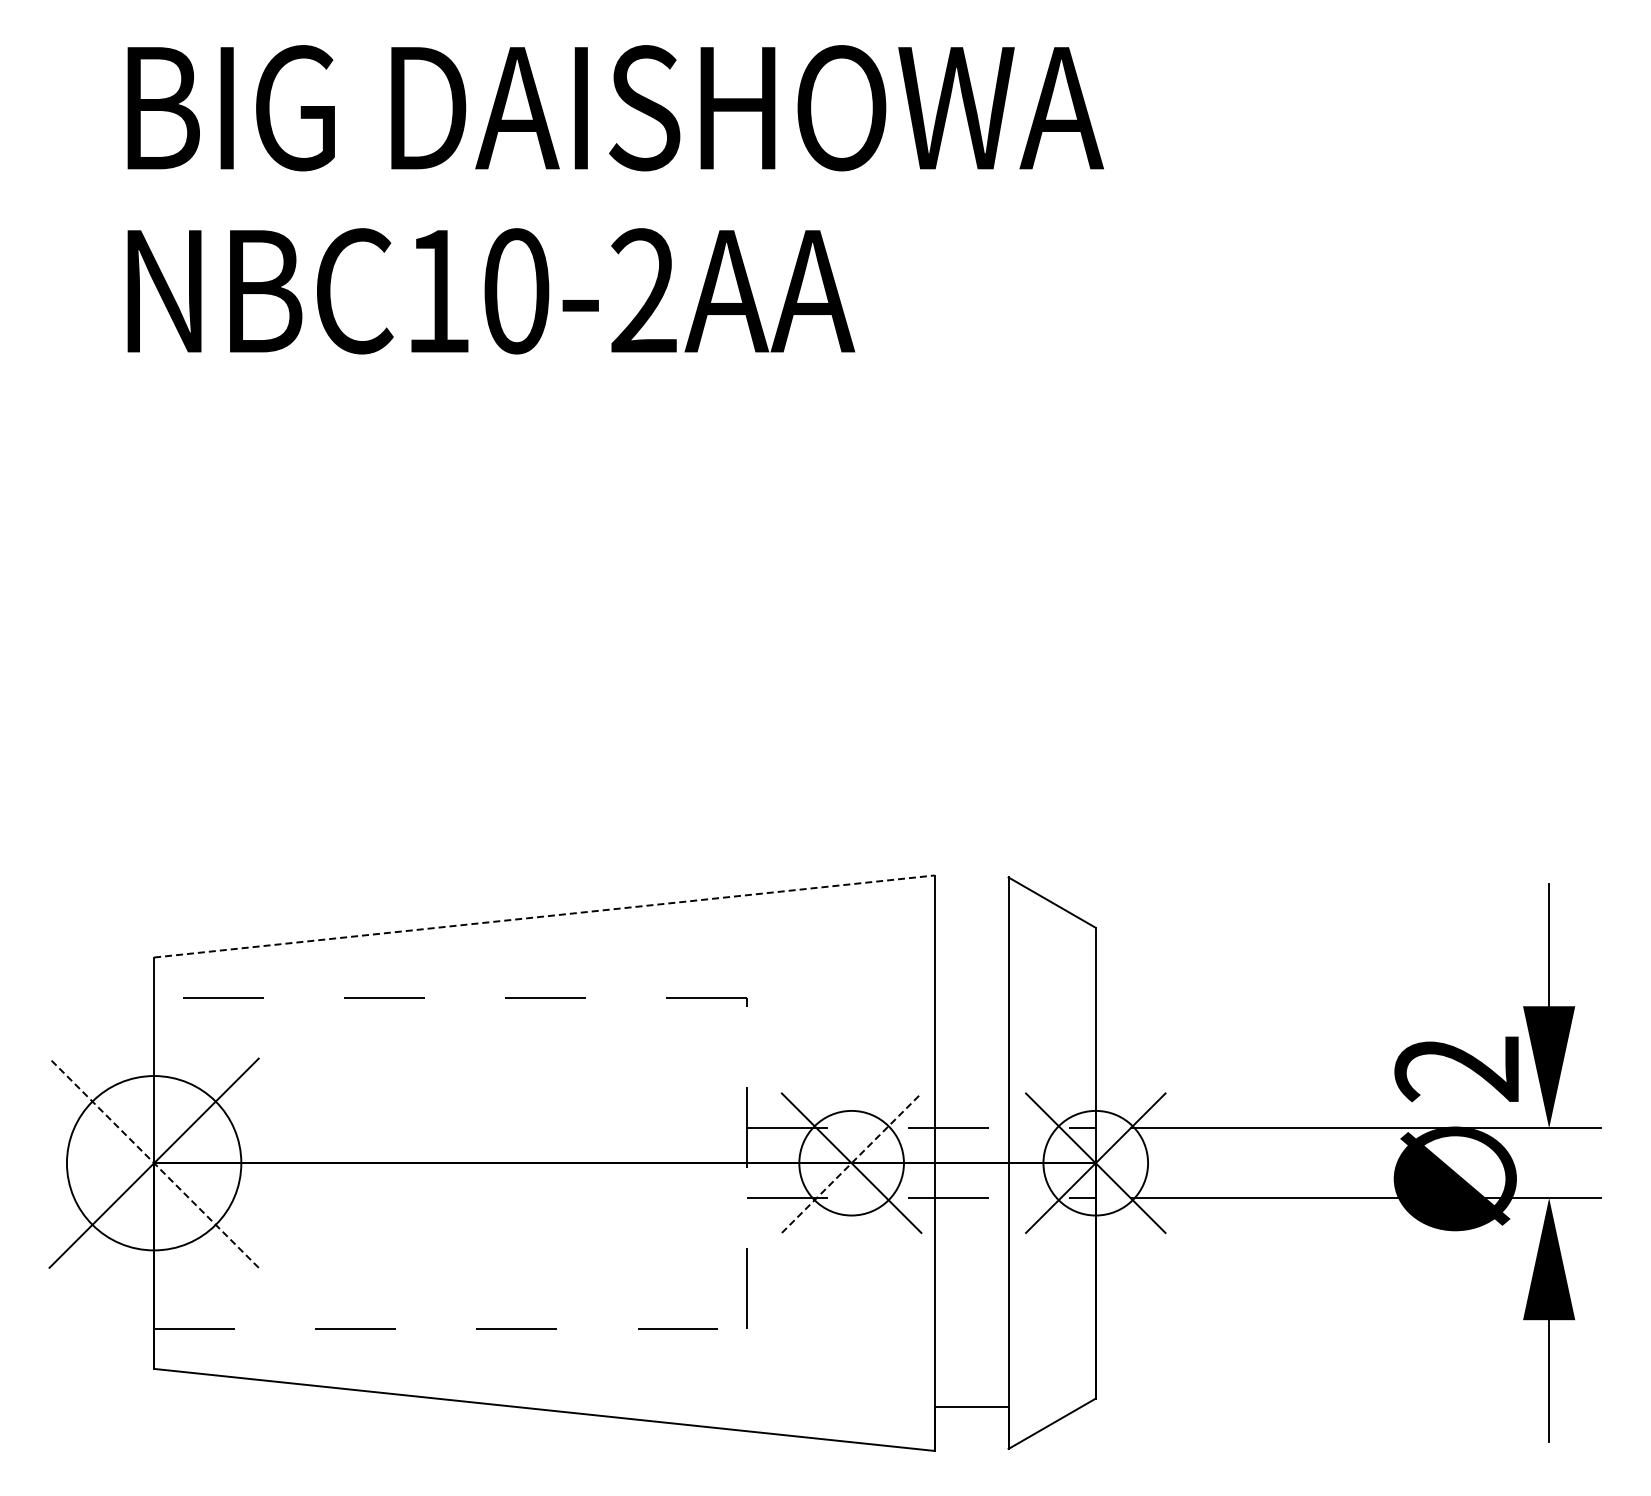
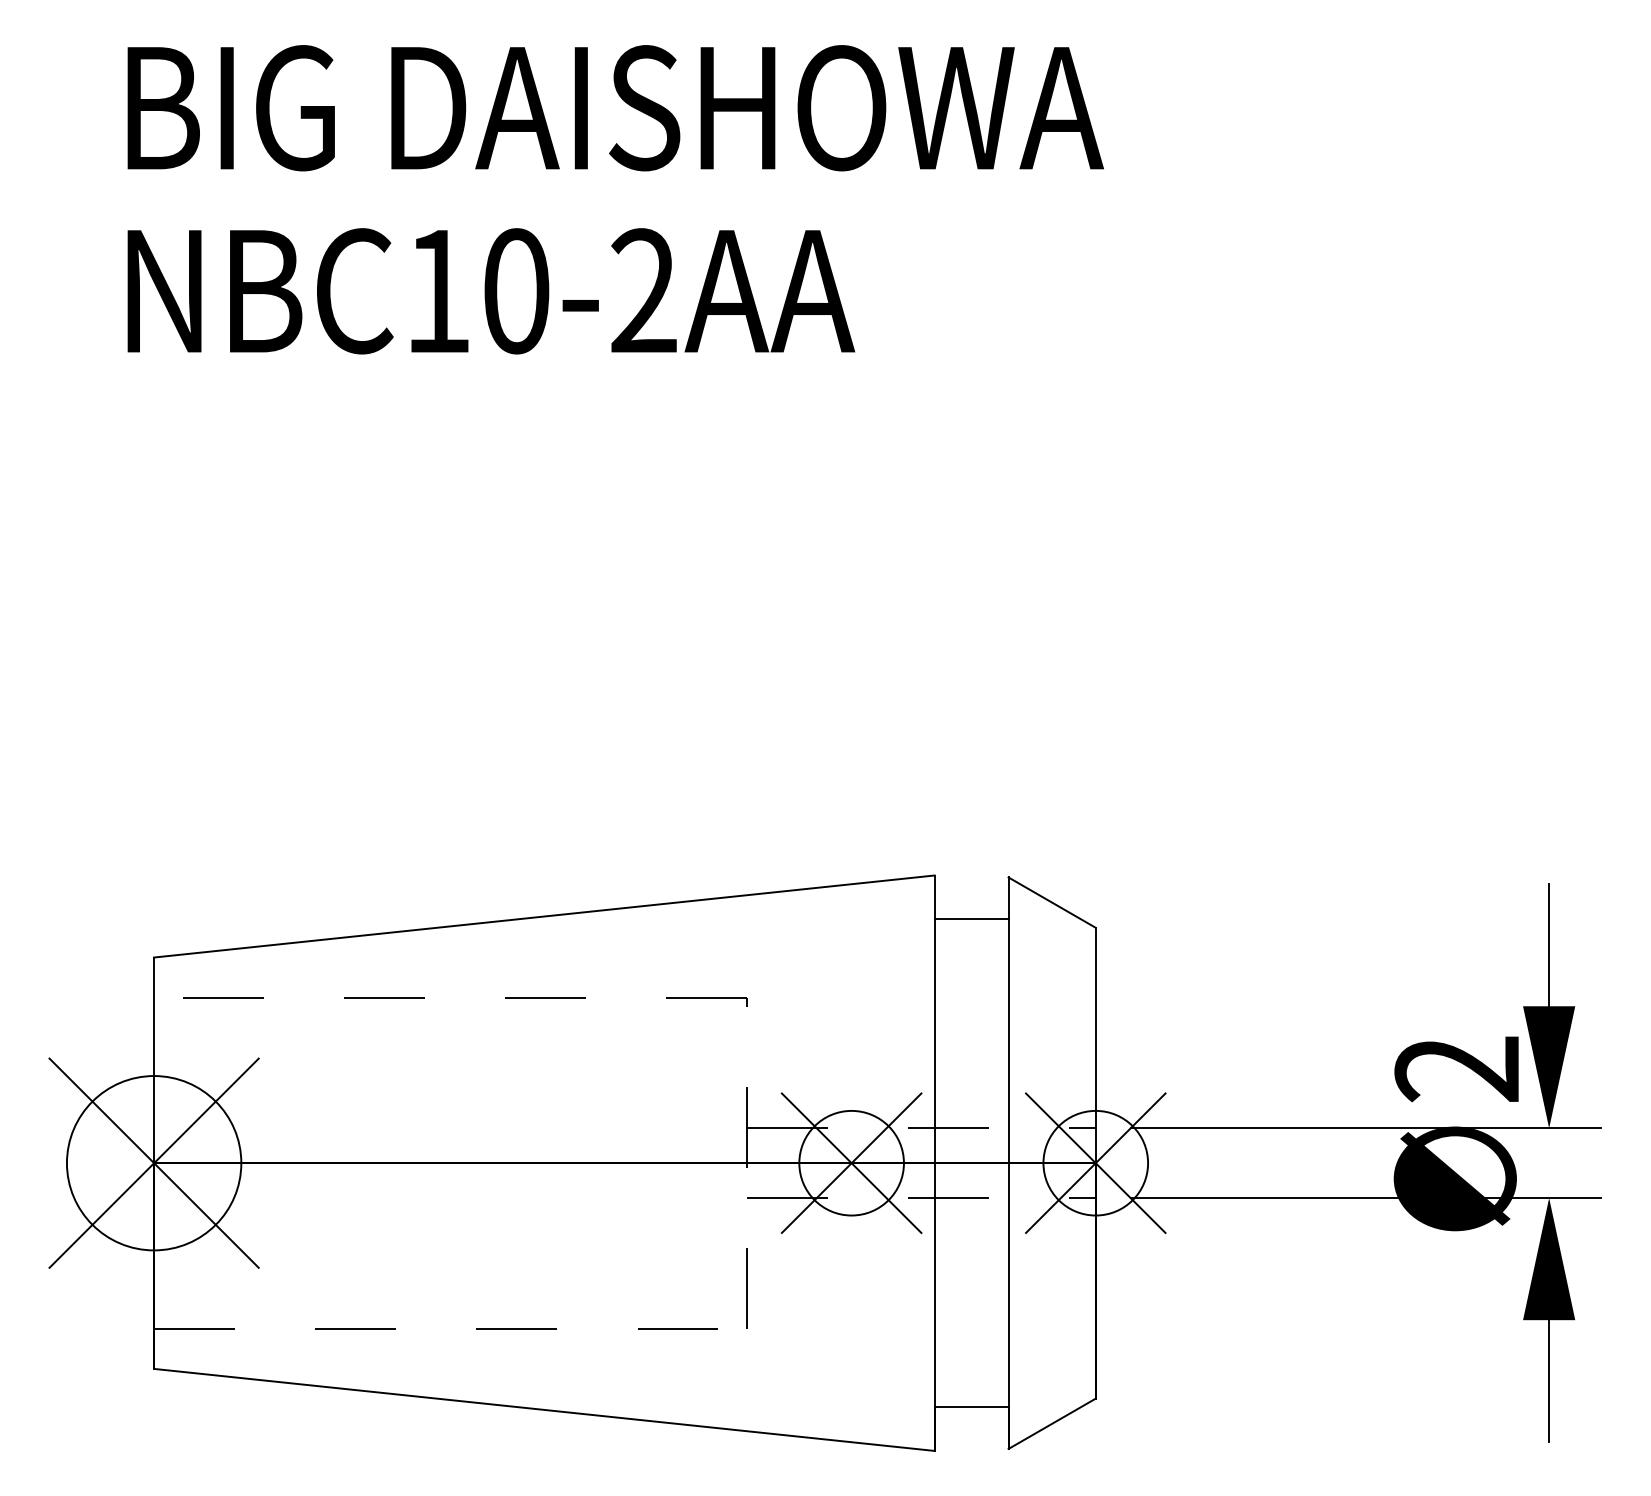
line at (544, 916): dashed -> solid
line at (971, 919): none -> present
line at (154, 1163): dashed -> solid
line at (851, 1163): dashed -> solid
